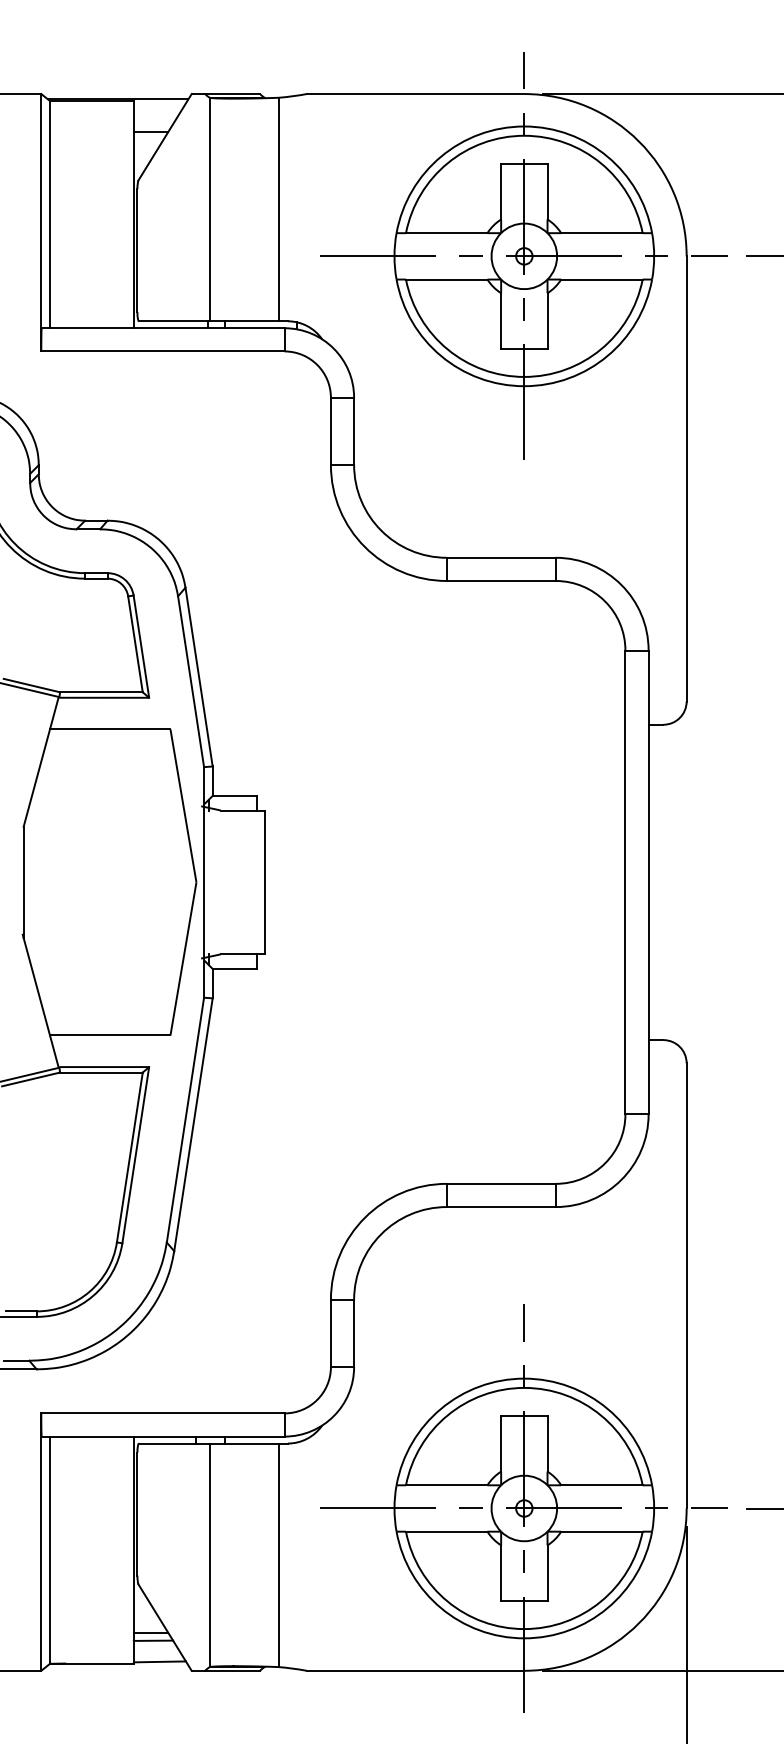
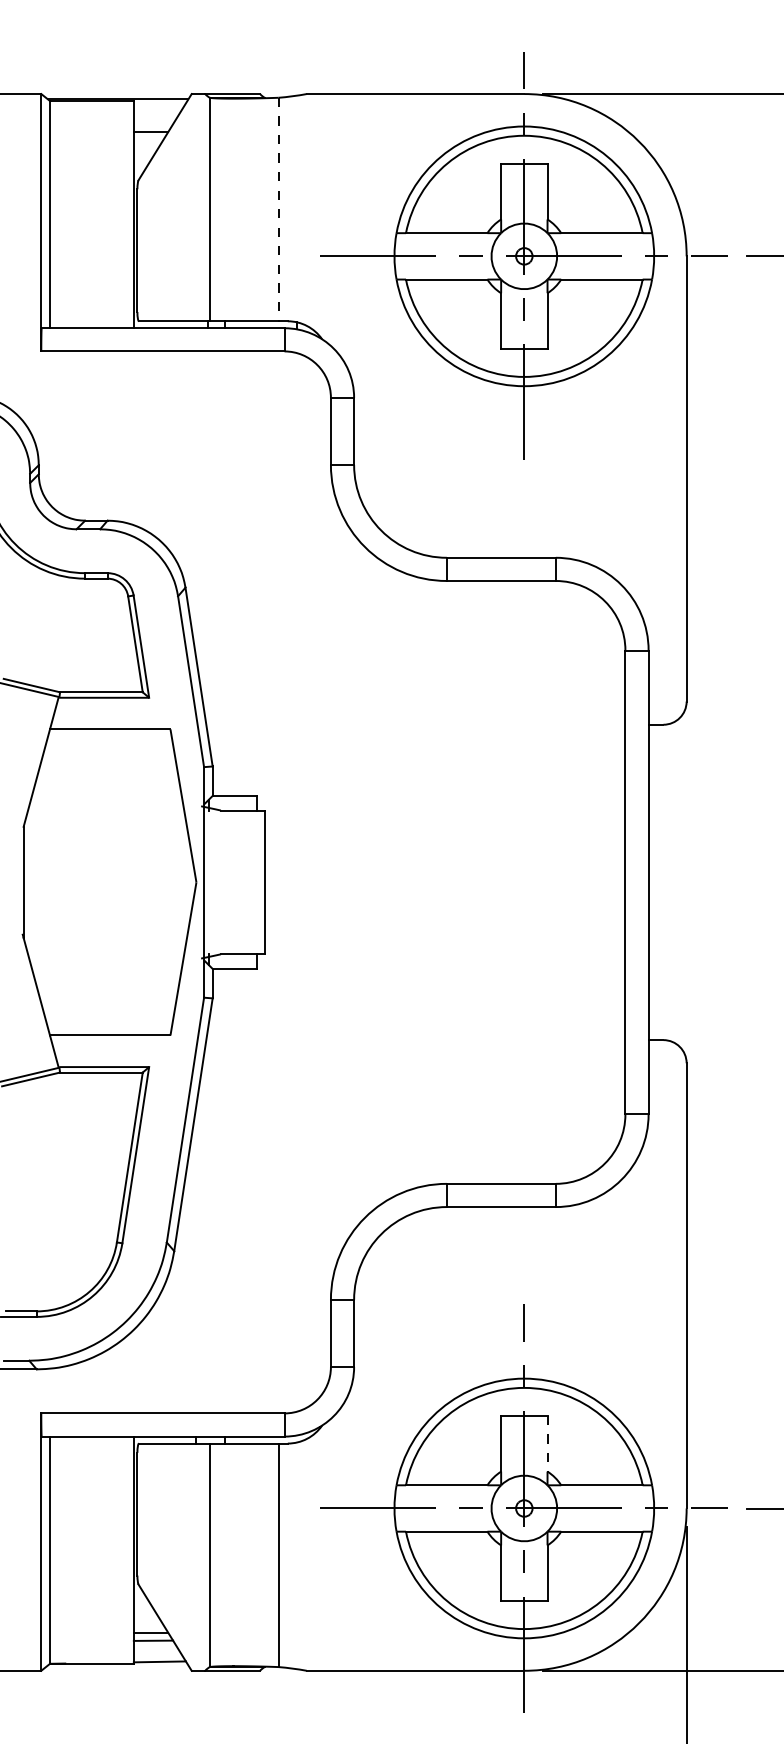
line at (278, 209): solid -> dashed
line at (547, 1443): solid -> dashed
